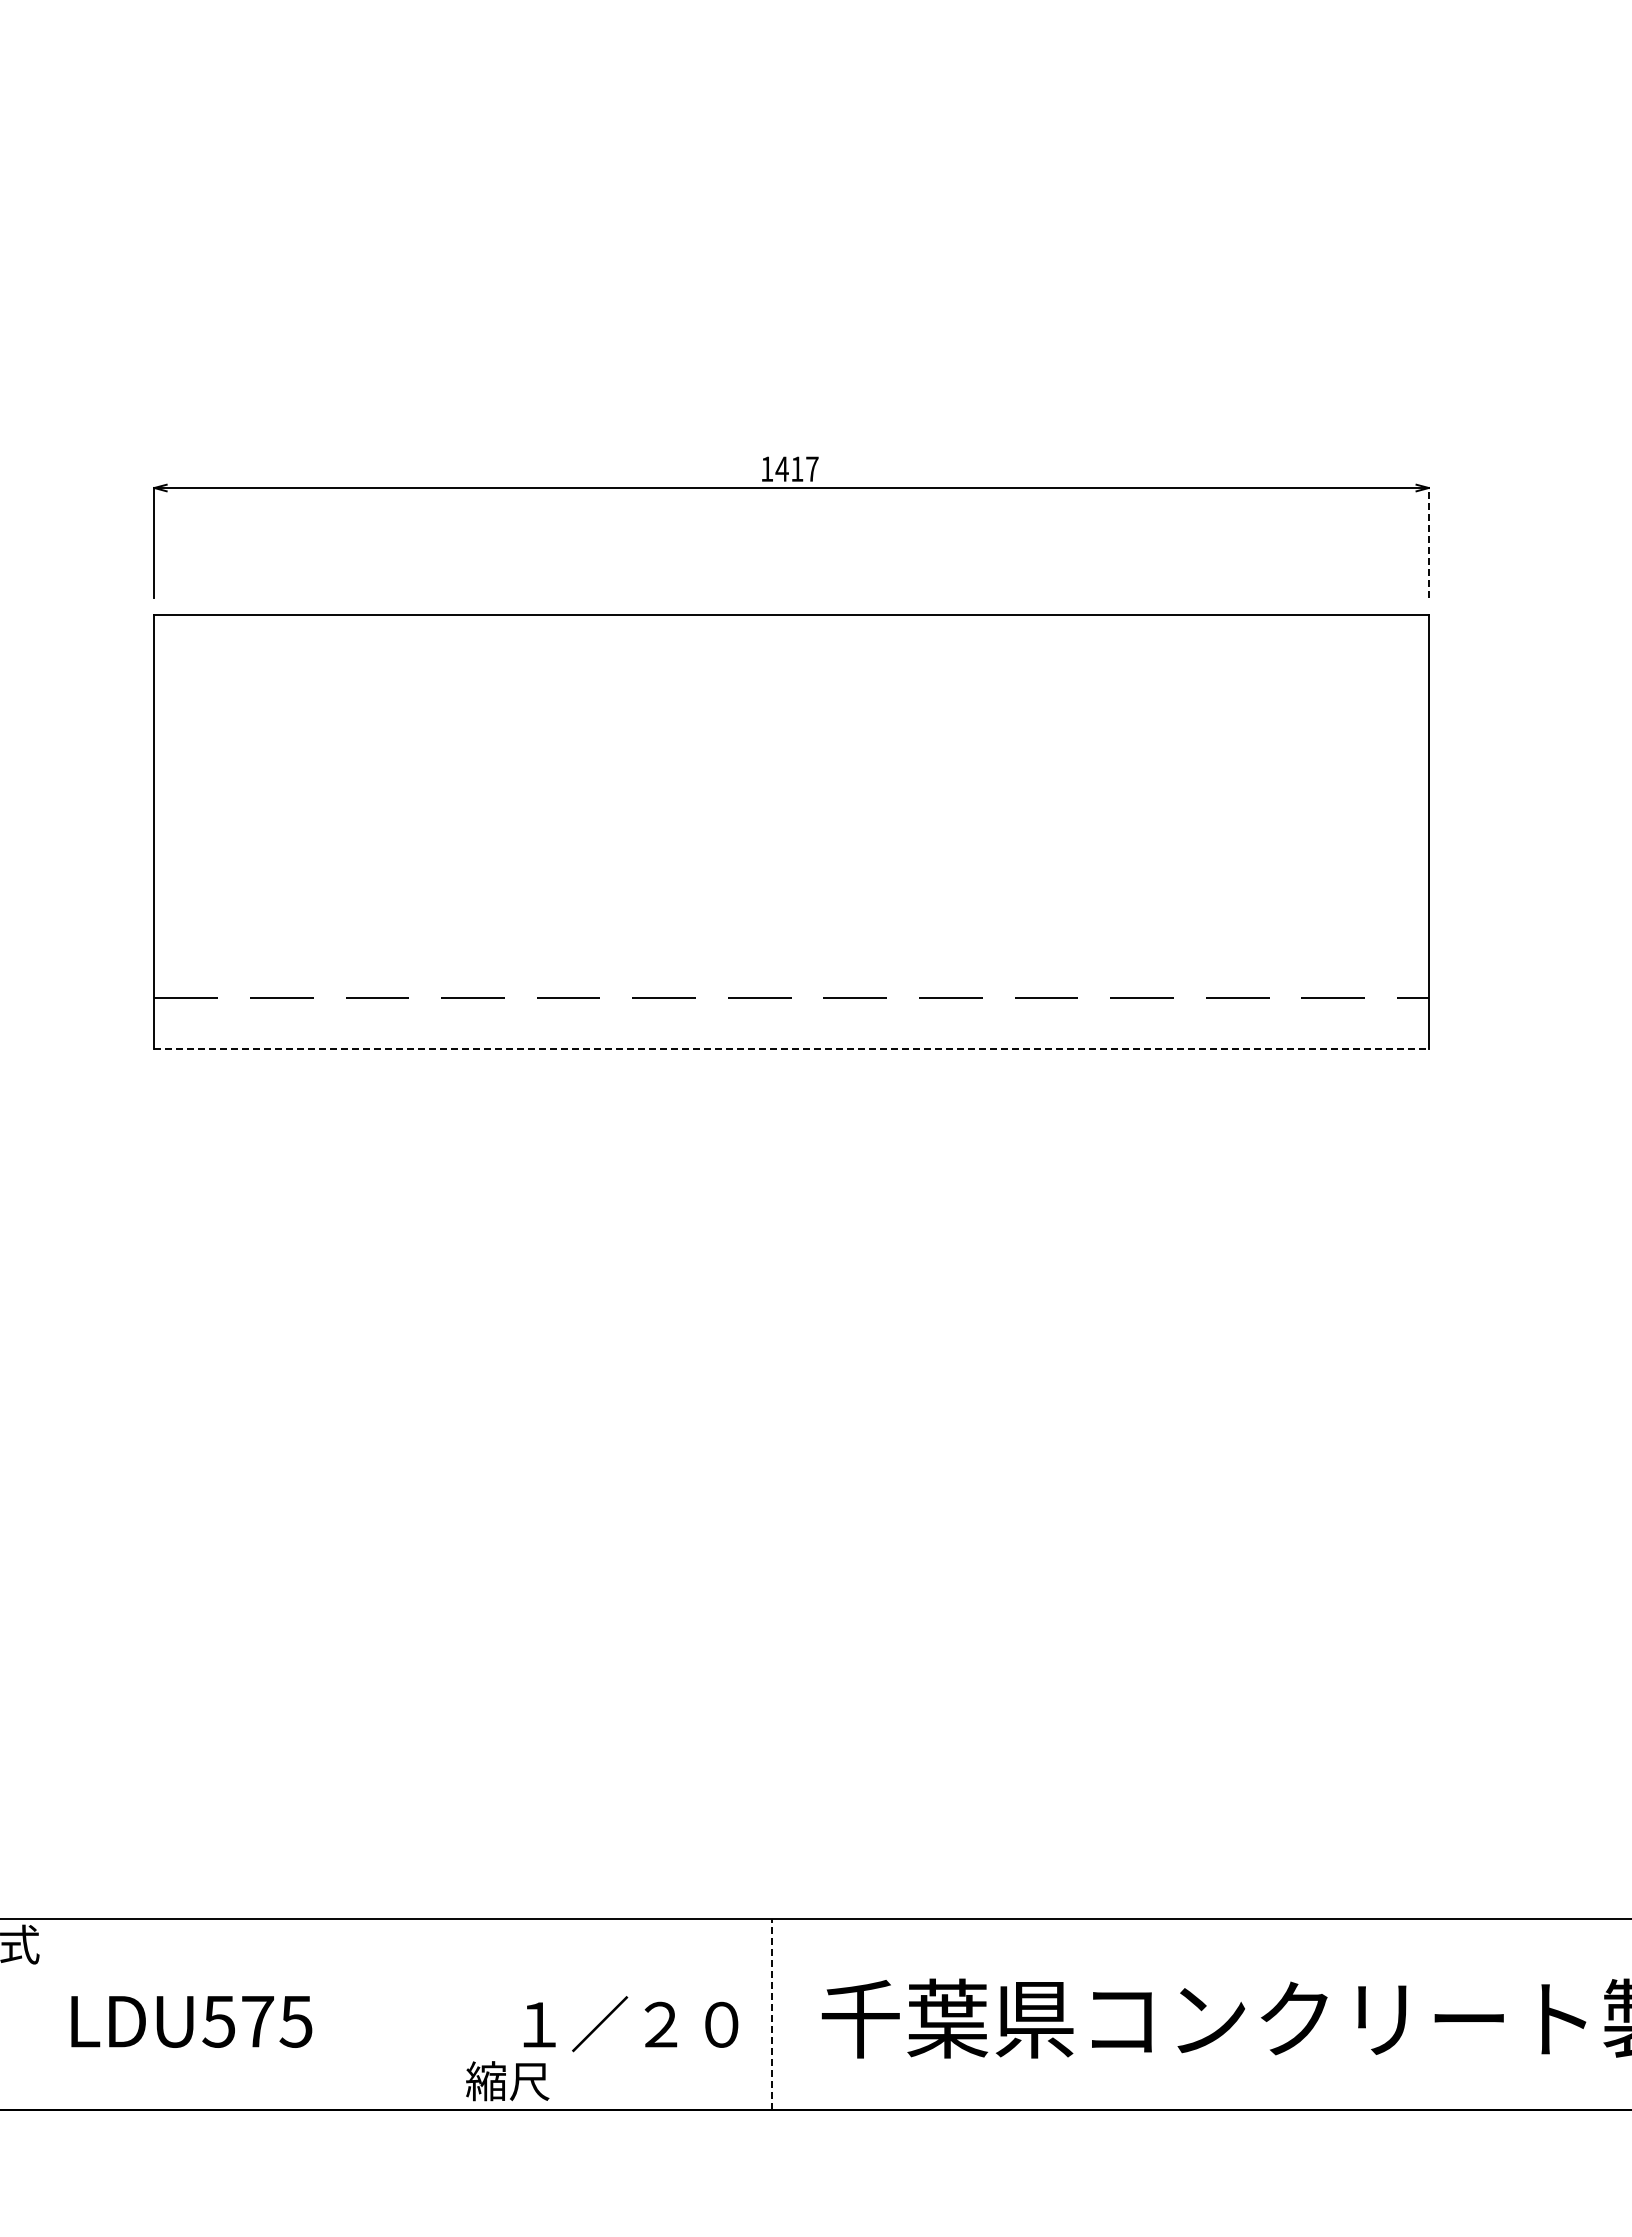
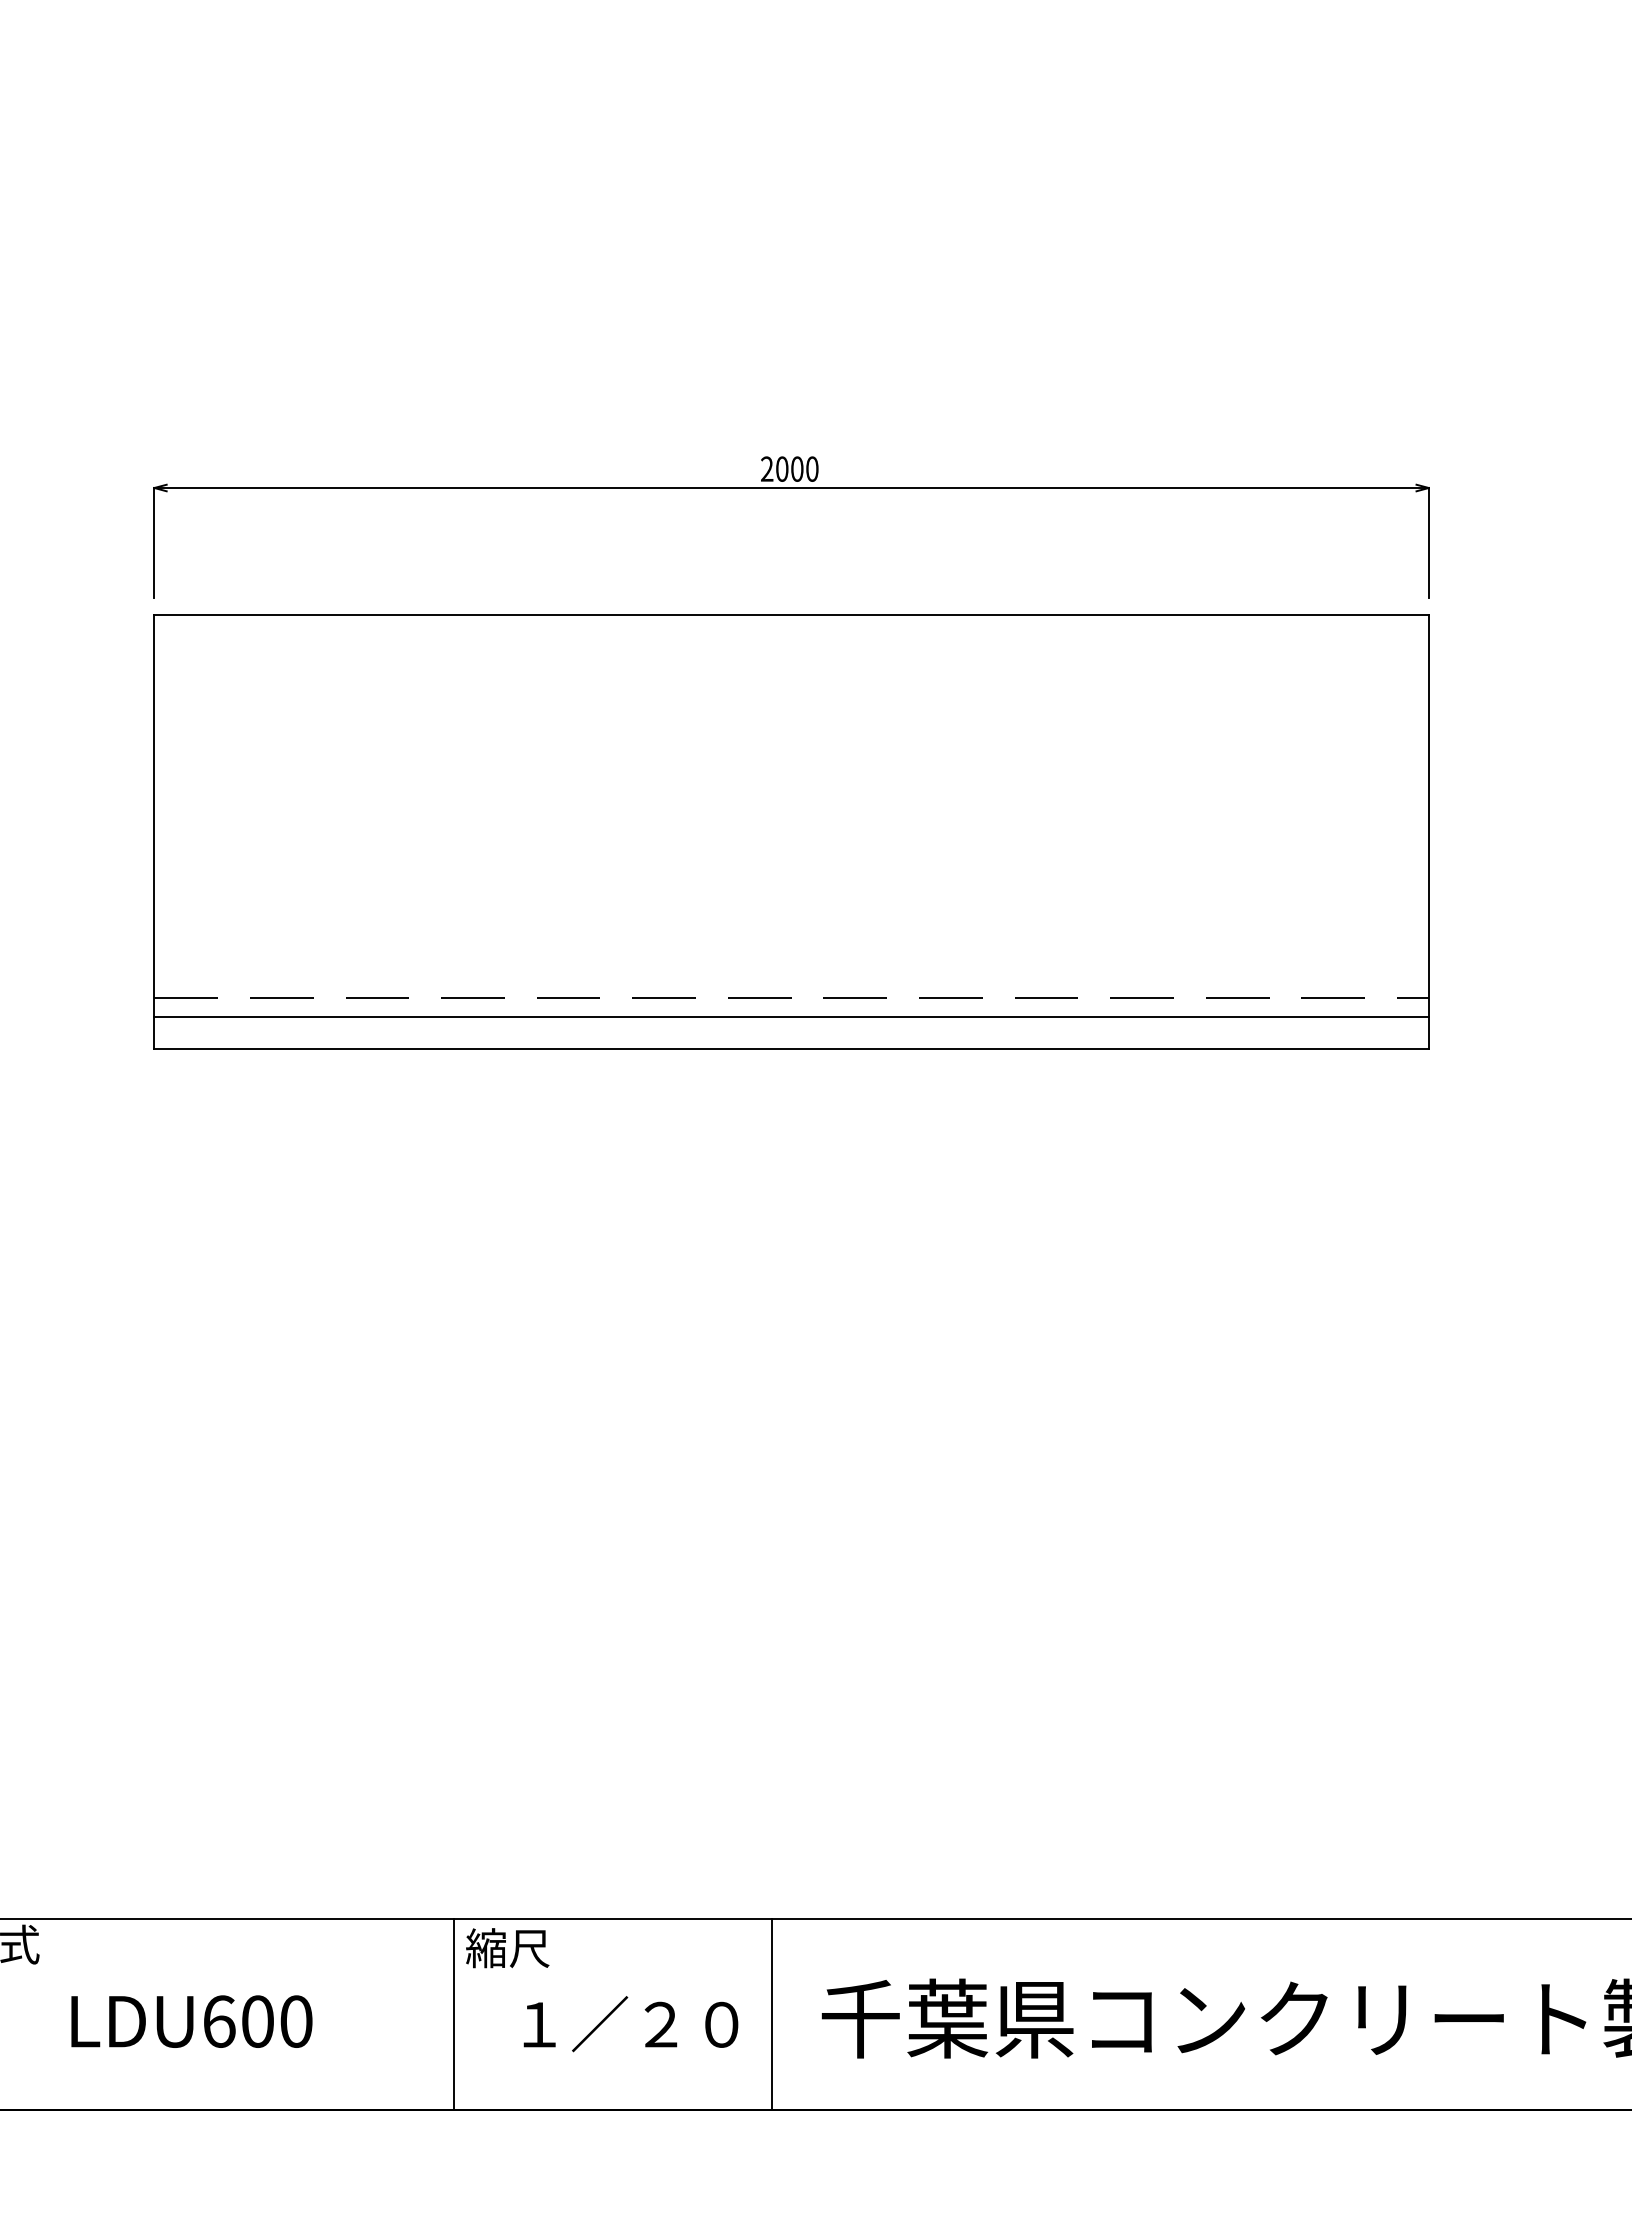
text at (789, 468): 1417 -> 2000
line at (1428, 542): dashed -> solid
line at (791, 1016): none -> present
line at (792, 1048): dashed -> solid
line at (453, 2014): none -> present
line at (772, 2014): dashed -> solid
text at (257, 2021): LDU575 -> LDU600
text at (507, 2081) position: (507, 2081) -> (507, 1948)
